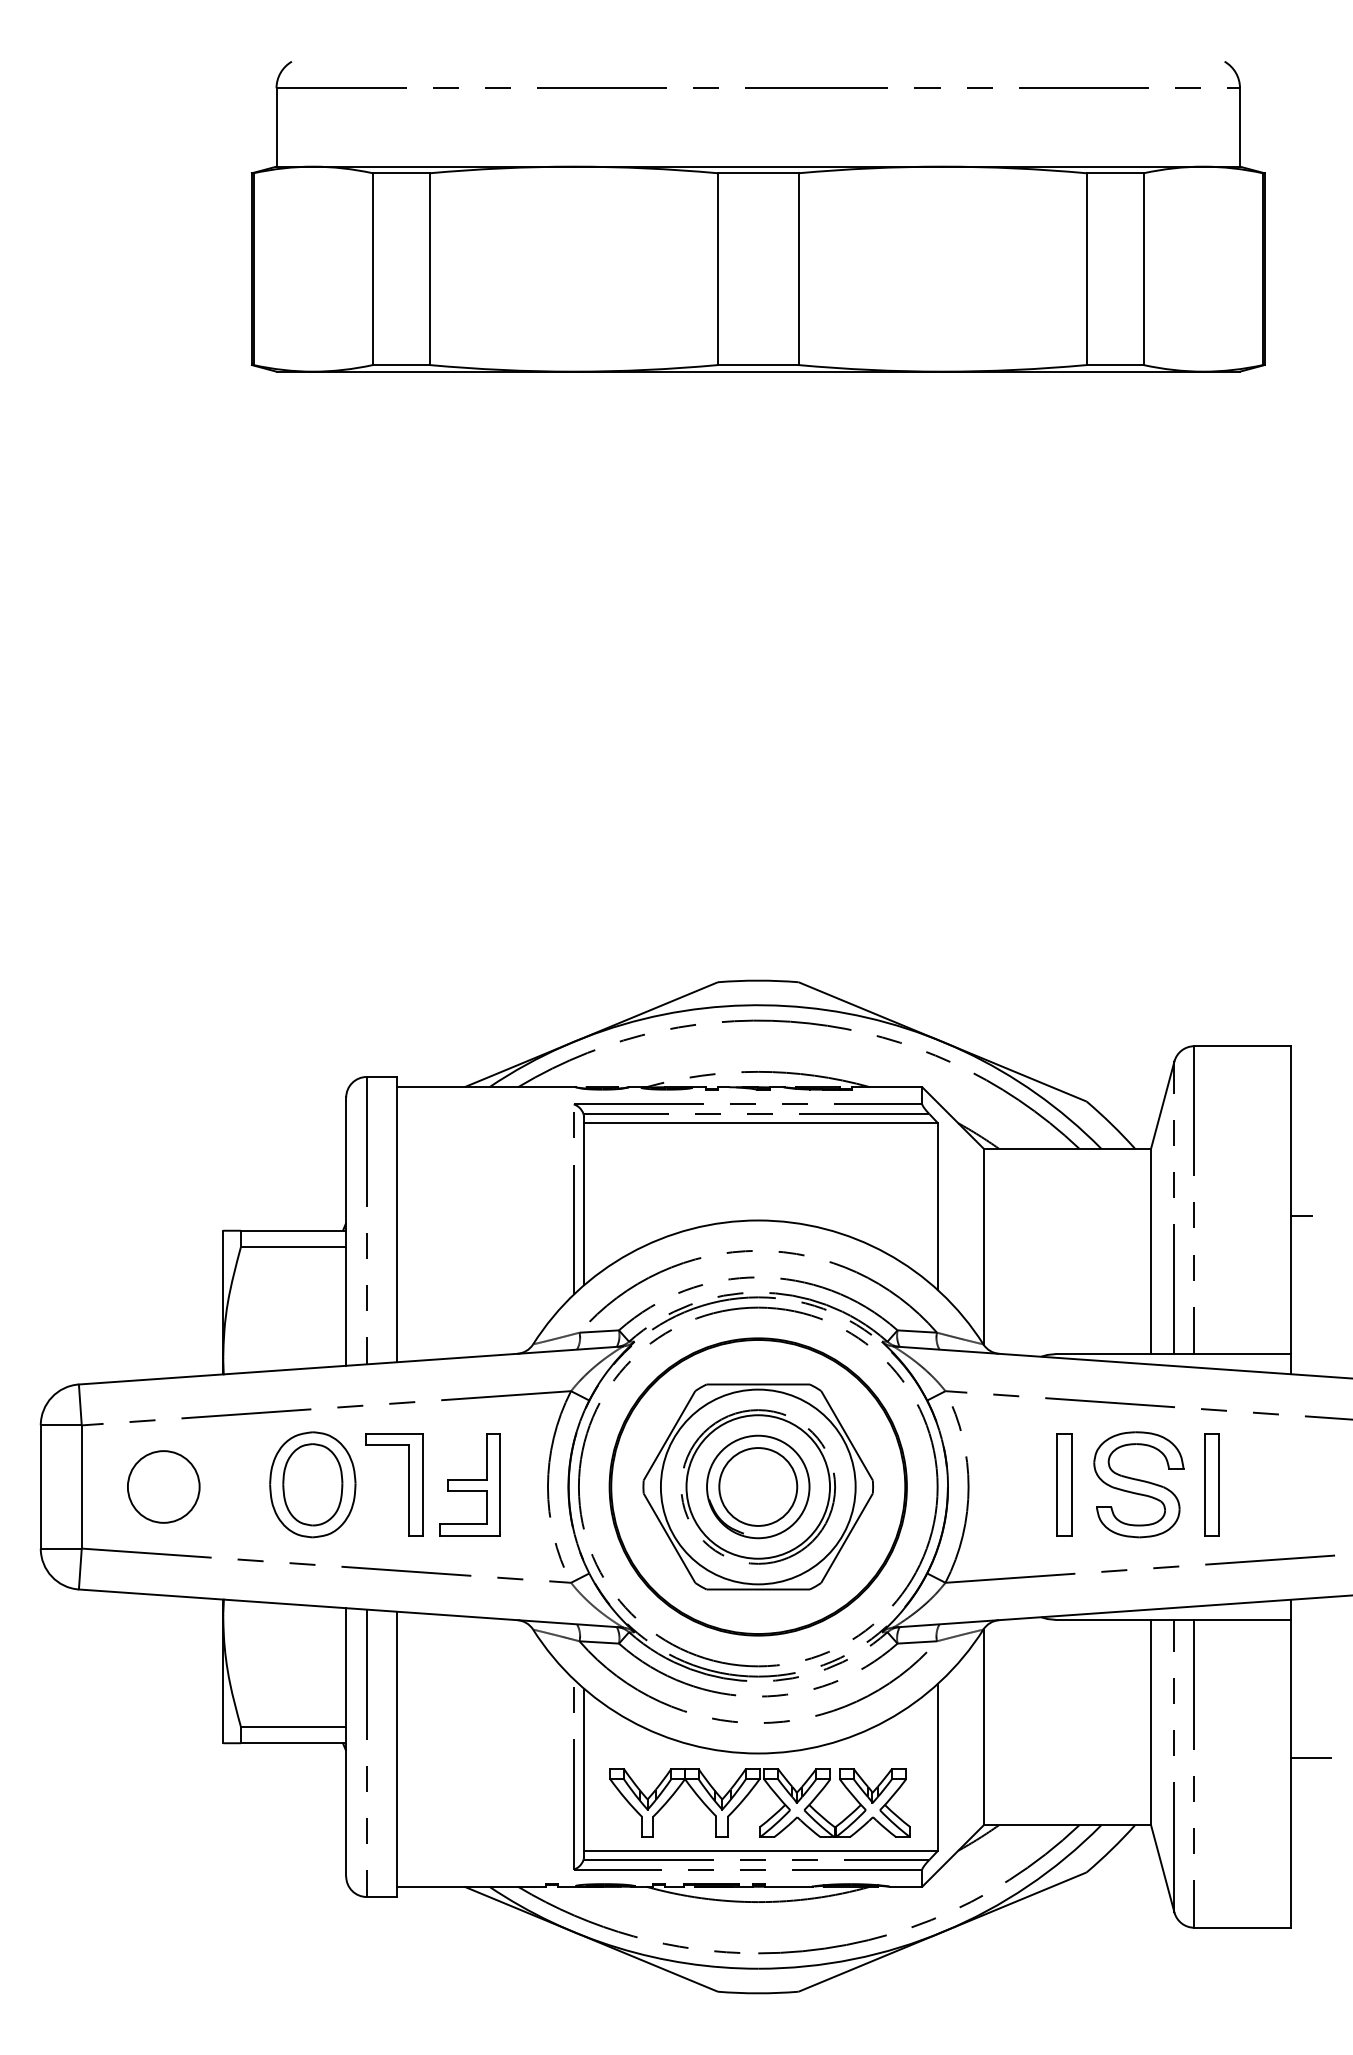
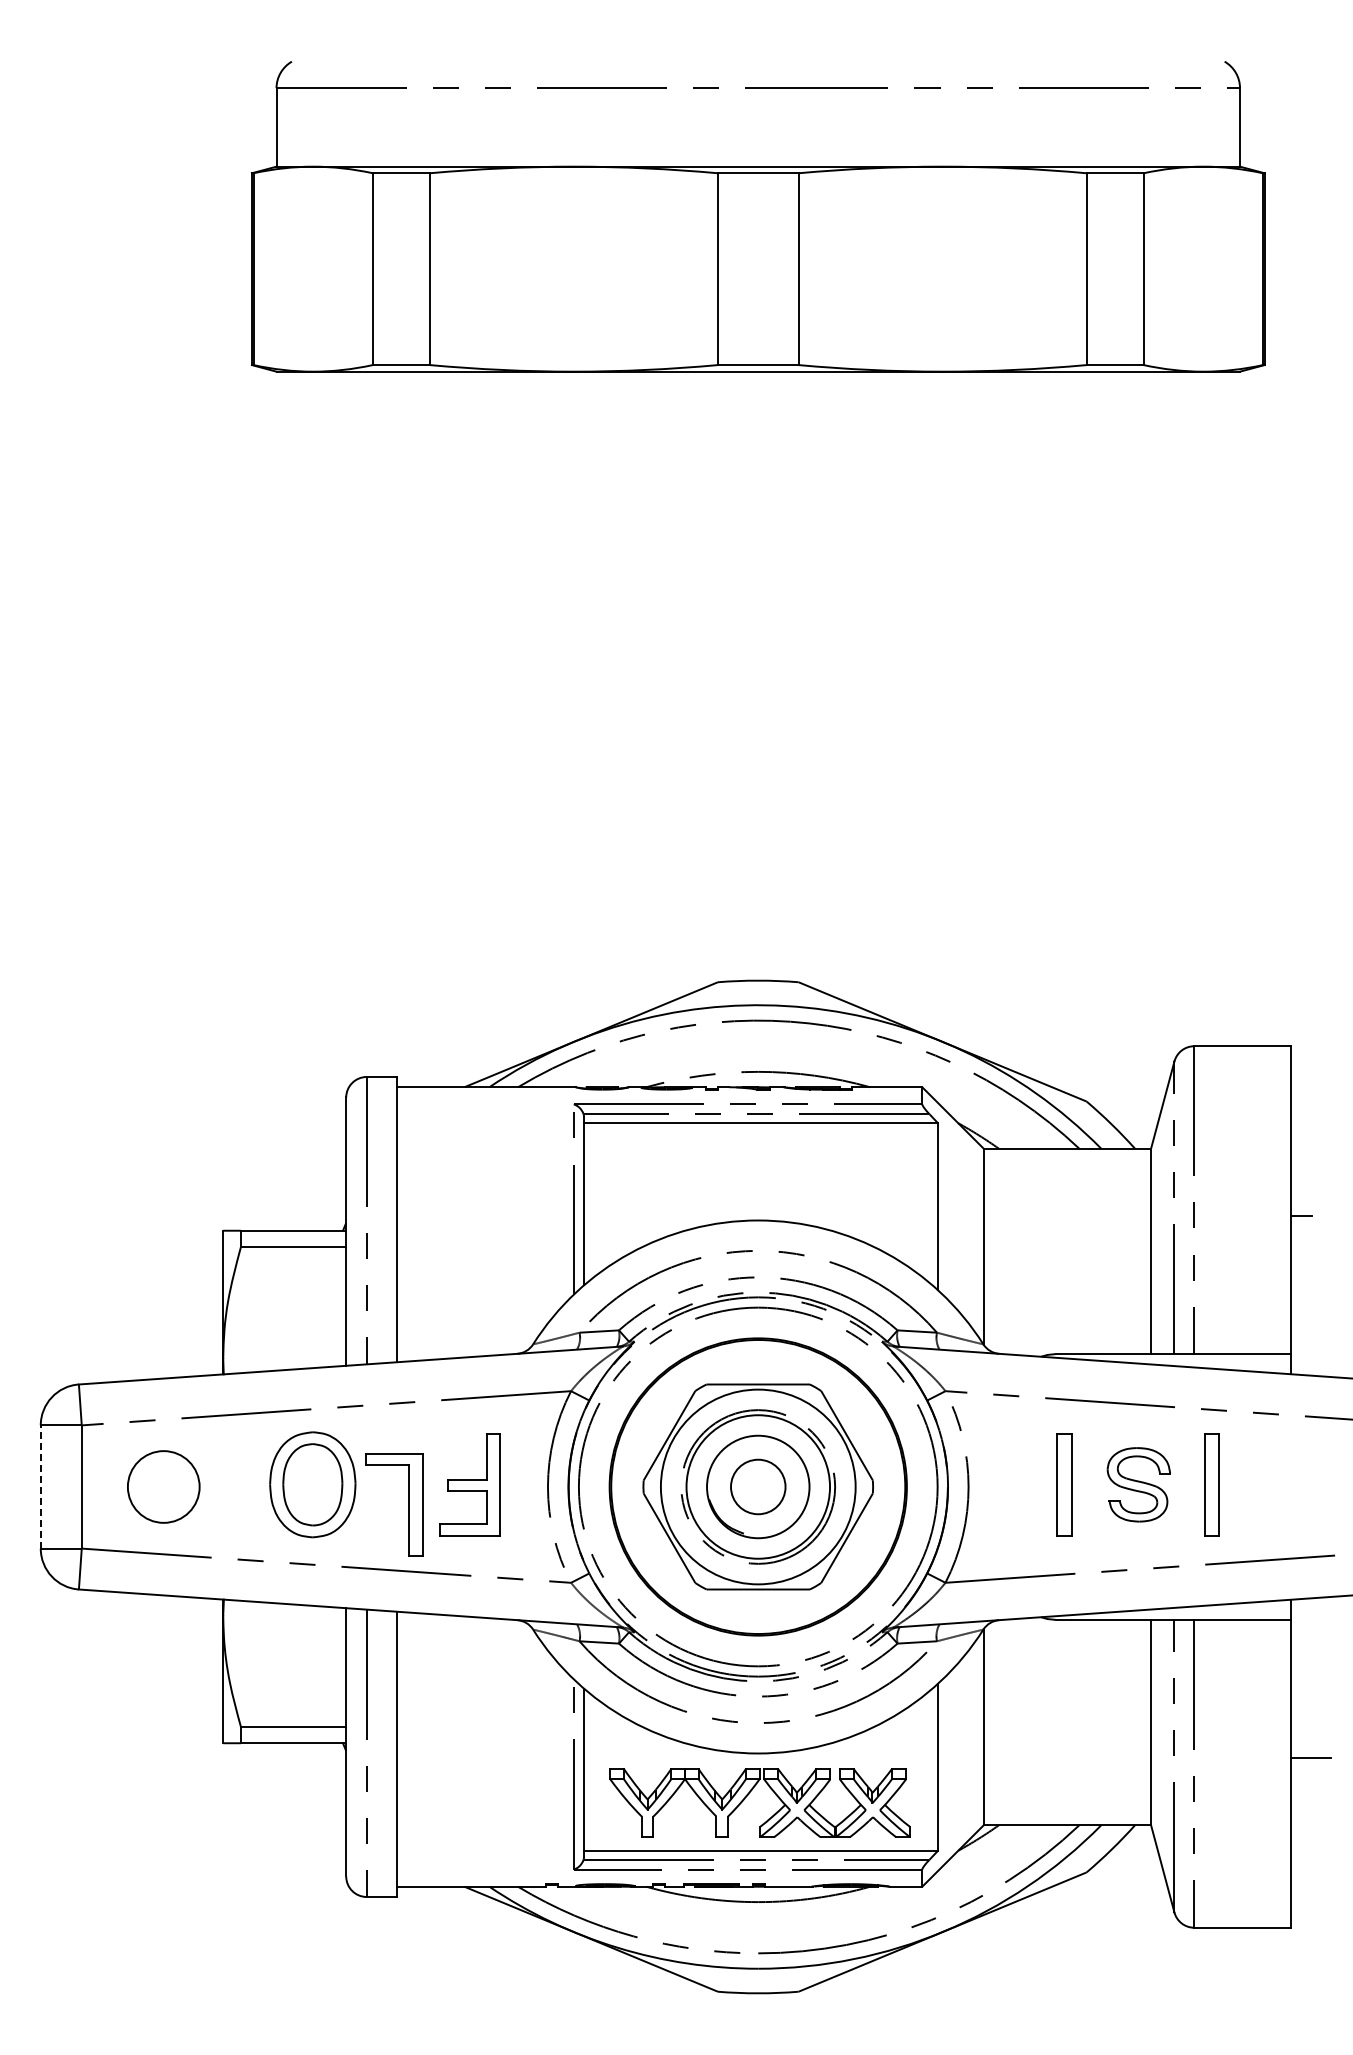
part at (408, 1484) position: (408, 1484) -> (408, 1504)
part at (1138, 1484) size: 92x108 px -> 65x76 px
line at (40, 1486): solid -> dashed
circle at (758, 1486) diameter: 78 px -> 55 px
